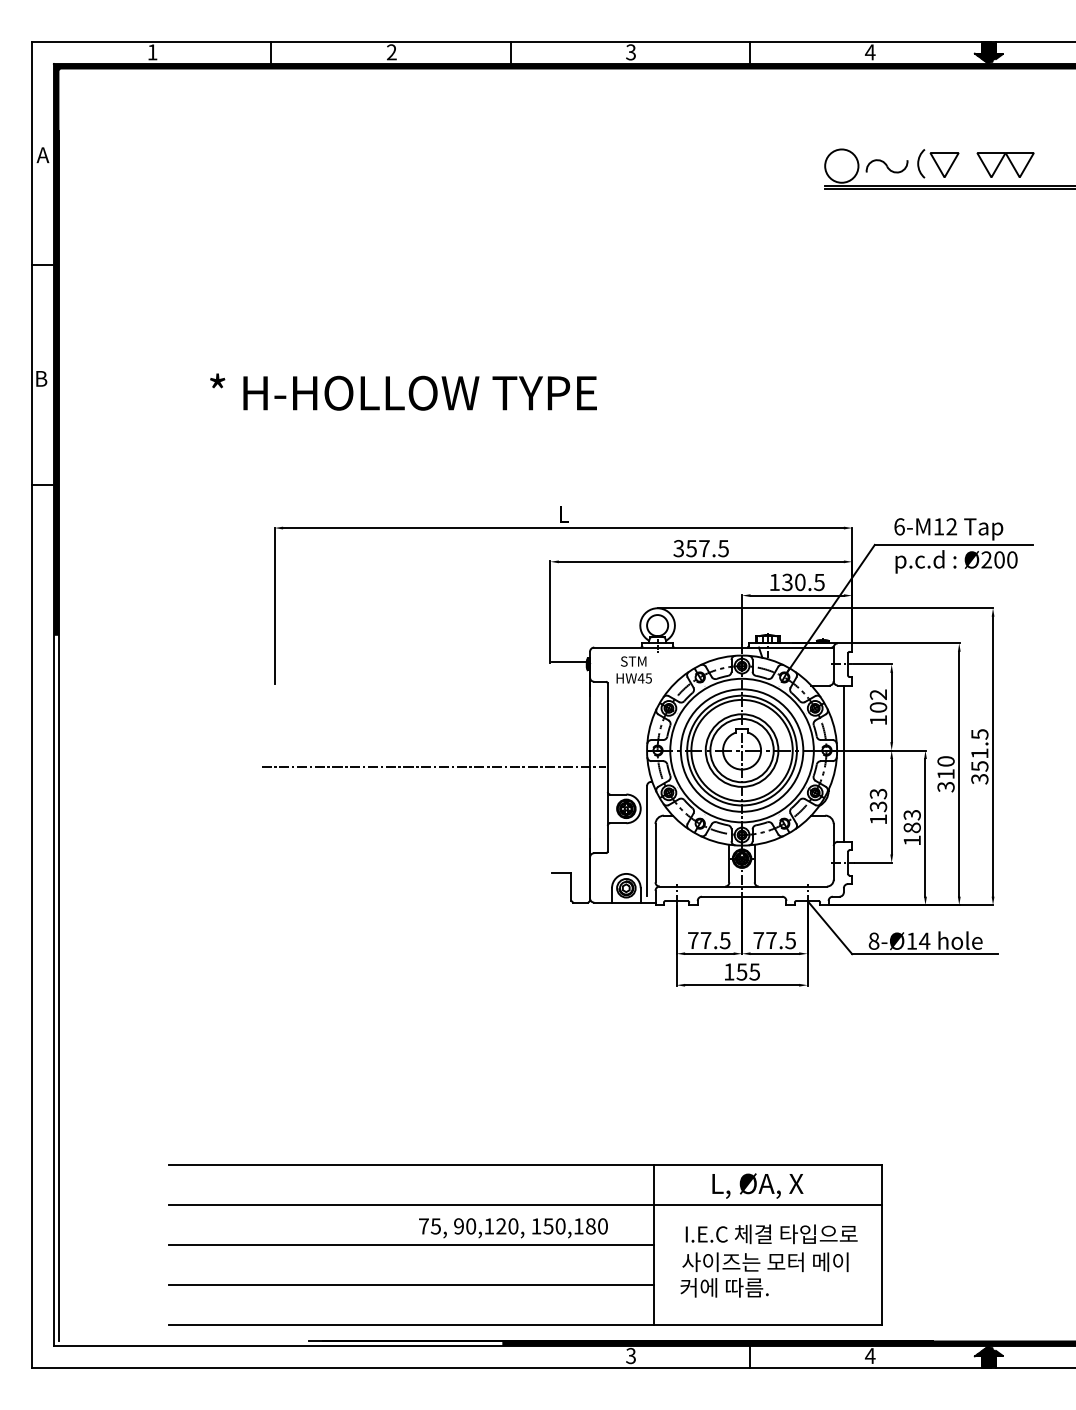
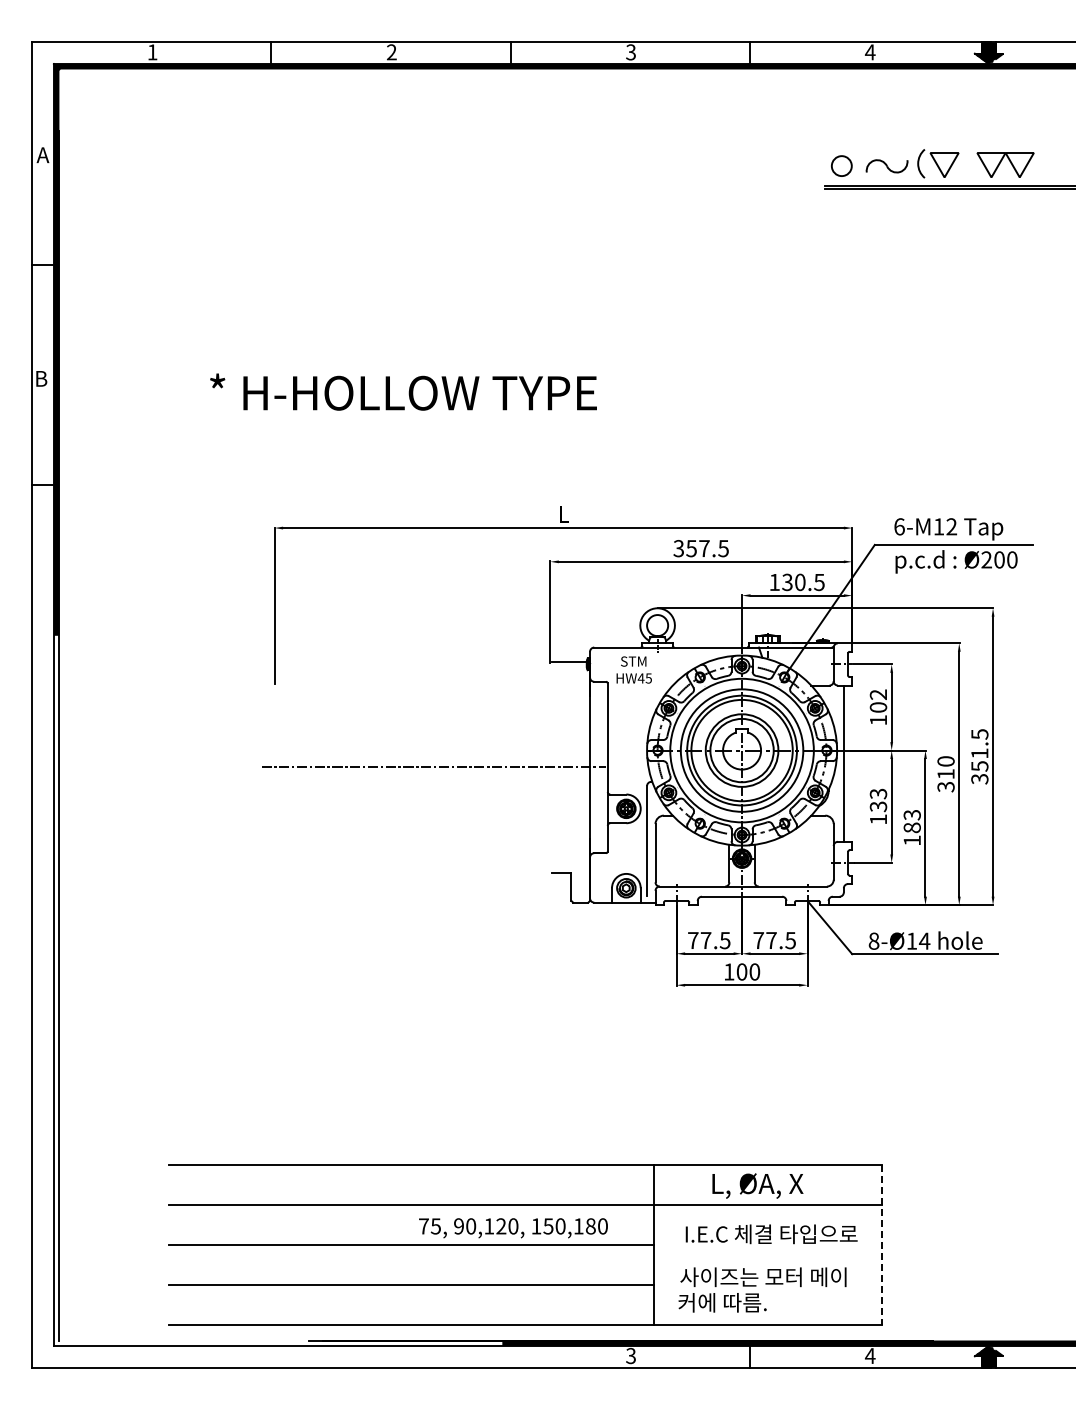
circle at (841, 165) diameter: 33 px -> 20 px
text at (748, 971): 155 -> 100
line at (882, 1244): solid -> dashed
text at (764, 1274) position: (764, 1274) -> (762, 1289)
